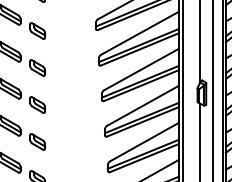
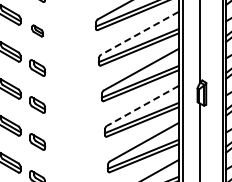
part at (37, 30) size: 18x18 px -> 13x14 px
line at (139, 33): solid -> dashed
line at (212, 90): present -> none
line at (142, 106): solid -> dashed
